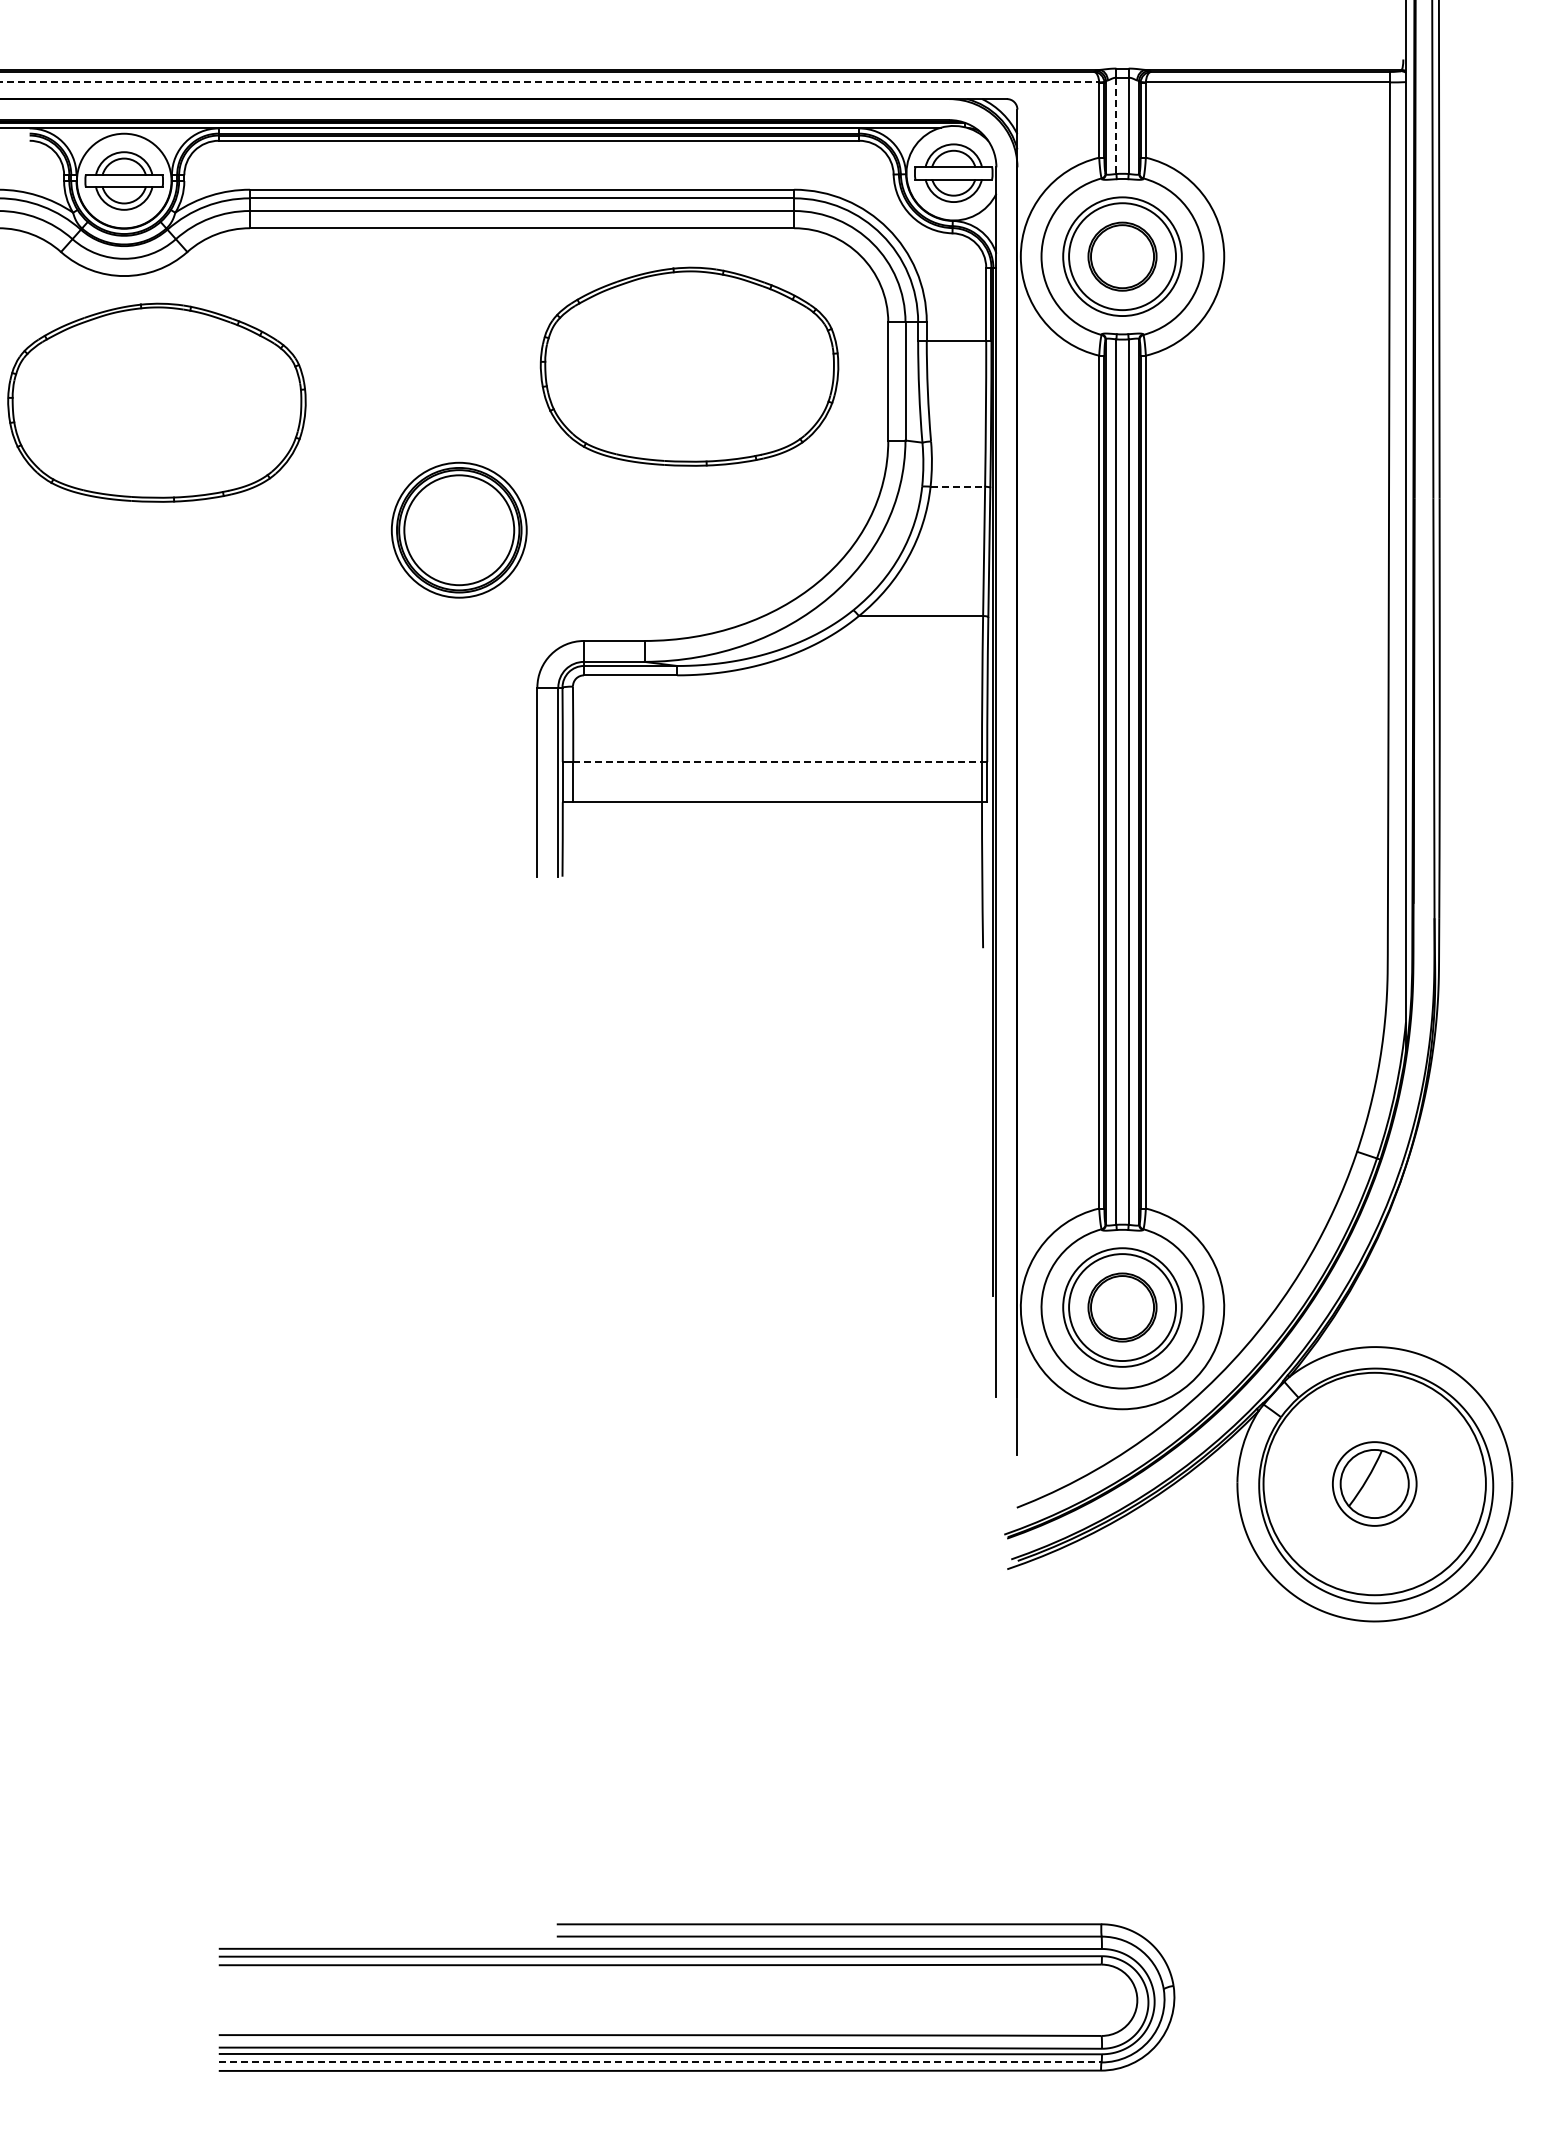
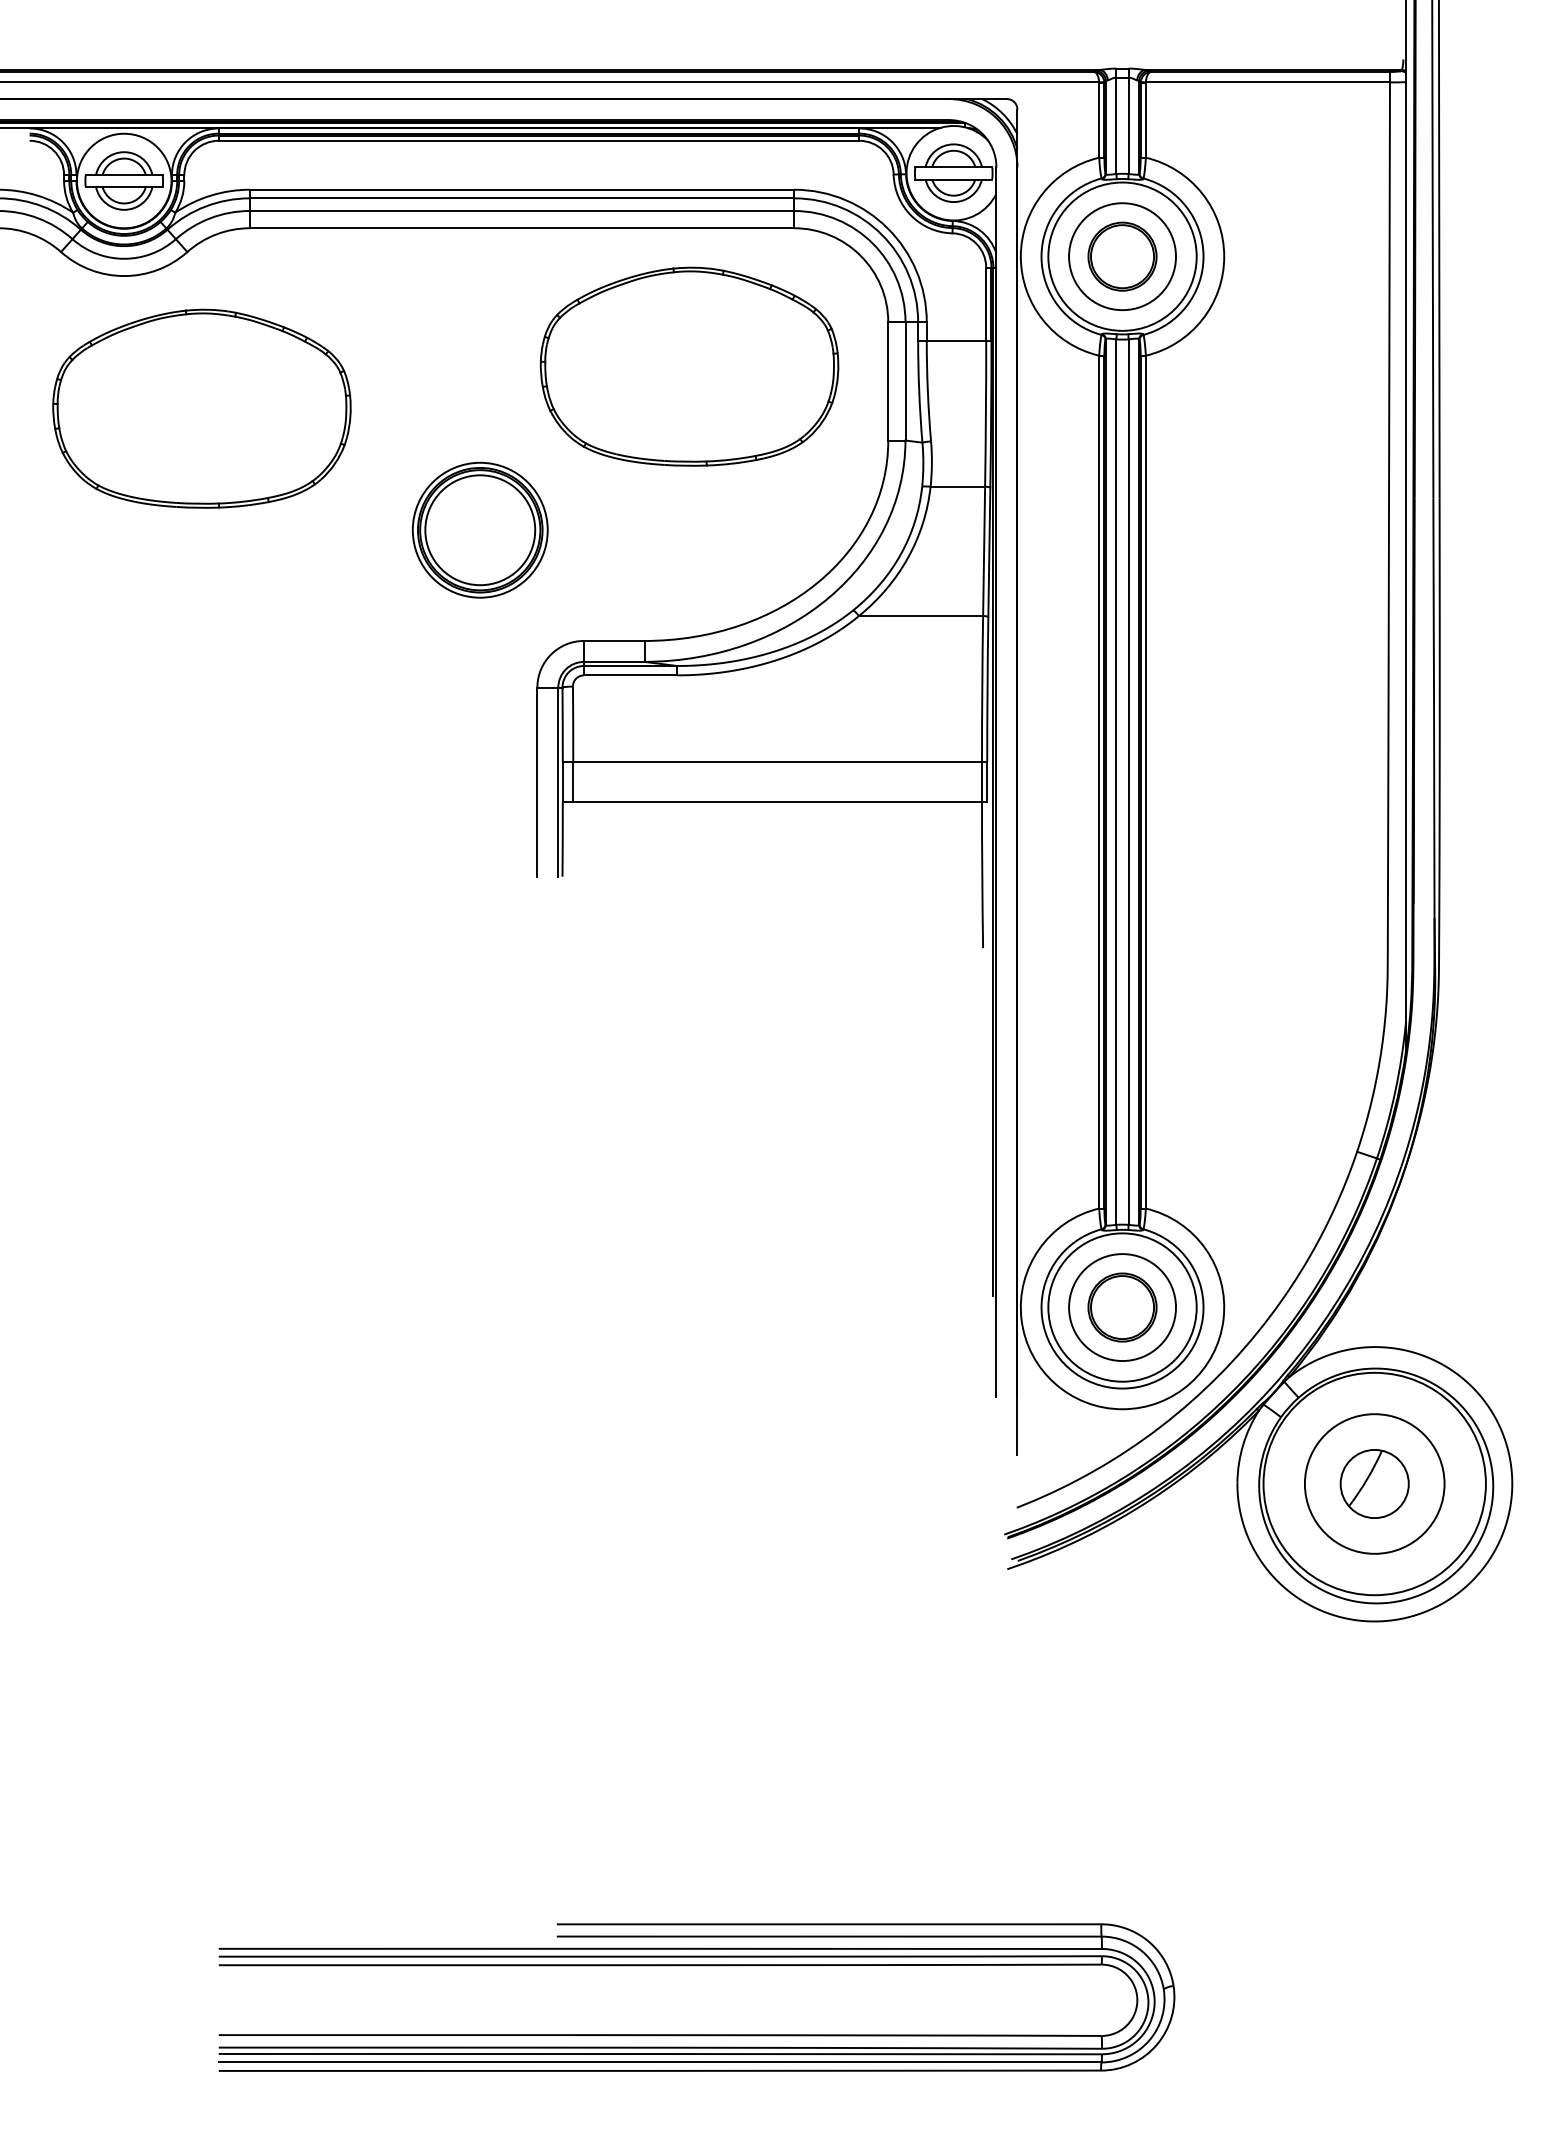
line at (550, 82): dashed -> solid
line at (1116, 126): dashed -> solid
circle at (1122, 256) diameter: 119 px -> 148 px
part at (156, 402) position: (156, 402) -> (201, 408)
line at (958, 486): dashed -> solid
part at (458, 529) position: (458, 529) -> (479, 529)
line at (778, 762): dashed -> solid
circle at (1122, 1307) diameter: 119 px -> 148 px
circle at (1374, 1483) diameter: 84 px -> 140 px
line at (660, 2062): dashed -> solid
